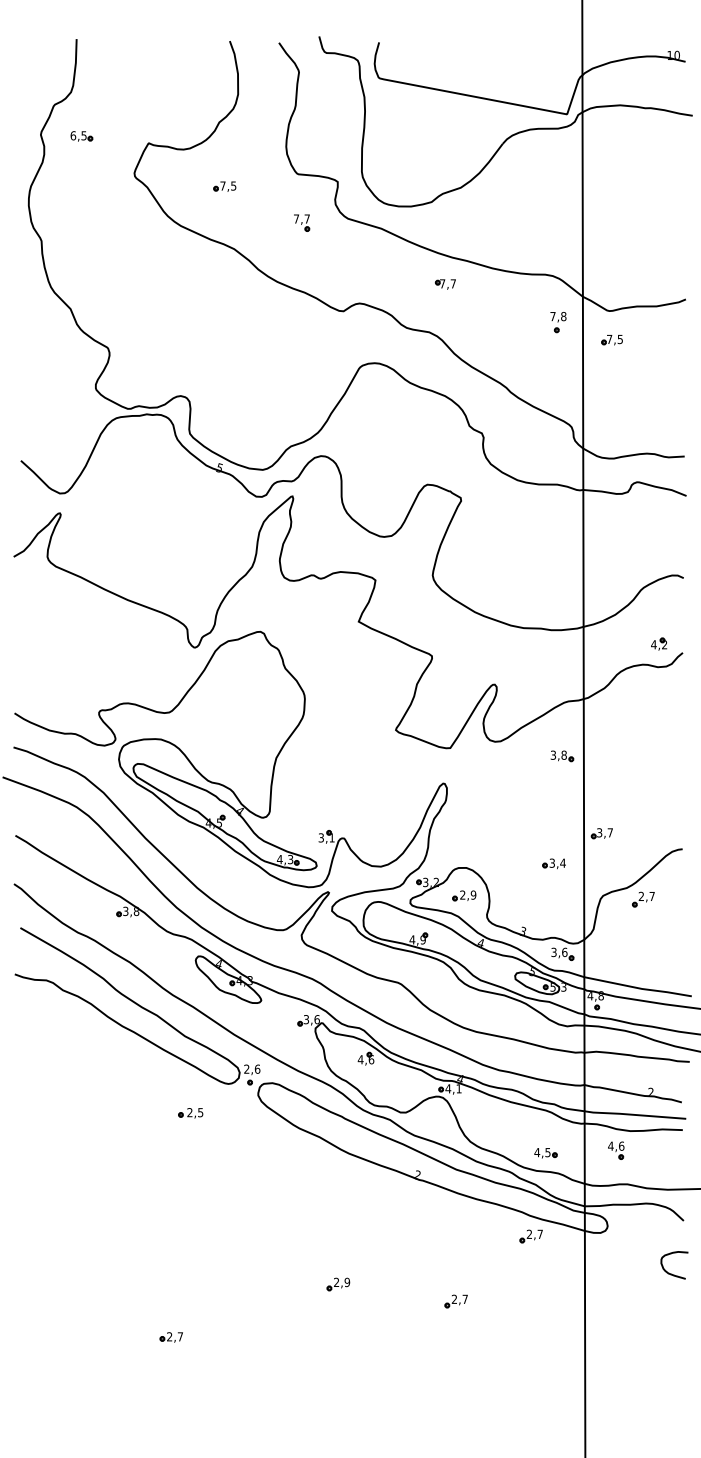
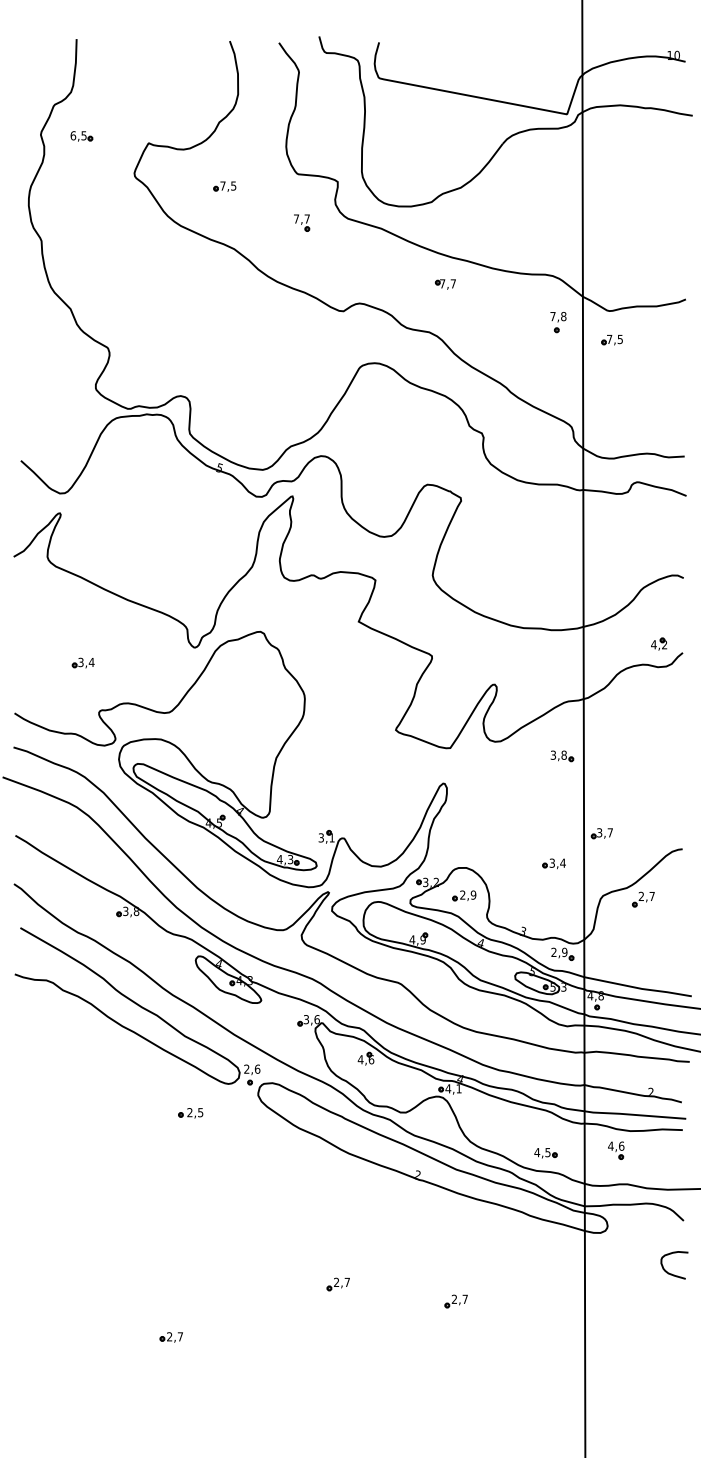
part at (82, 662): none -> present
text at (559, 952): 3,6 -> 2,9
part at (530, 1236): present -> none
text at (347, 1282): 2,9 -> 2,7
